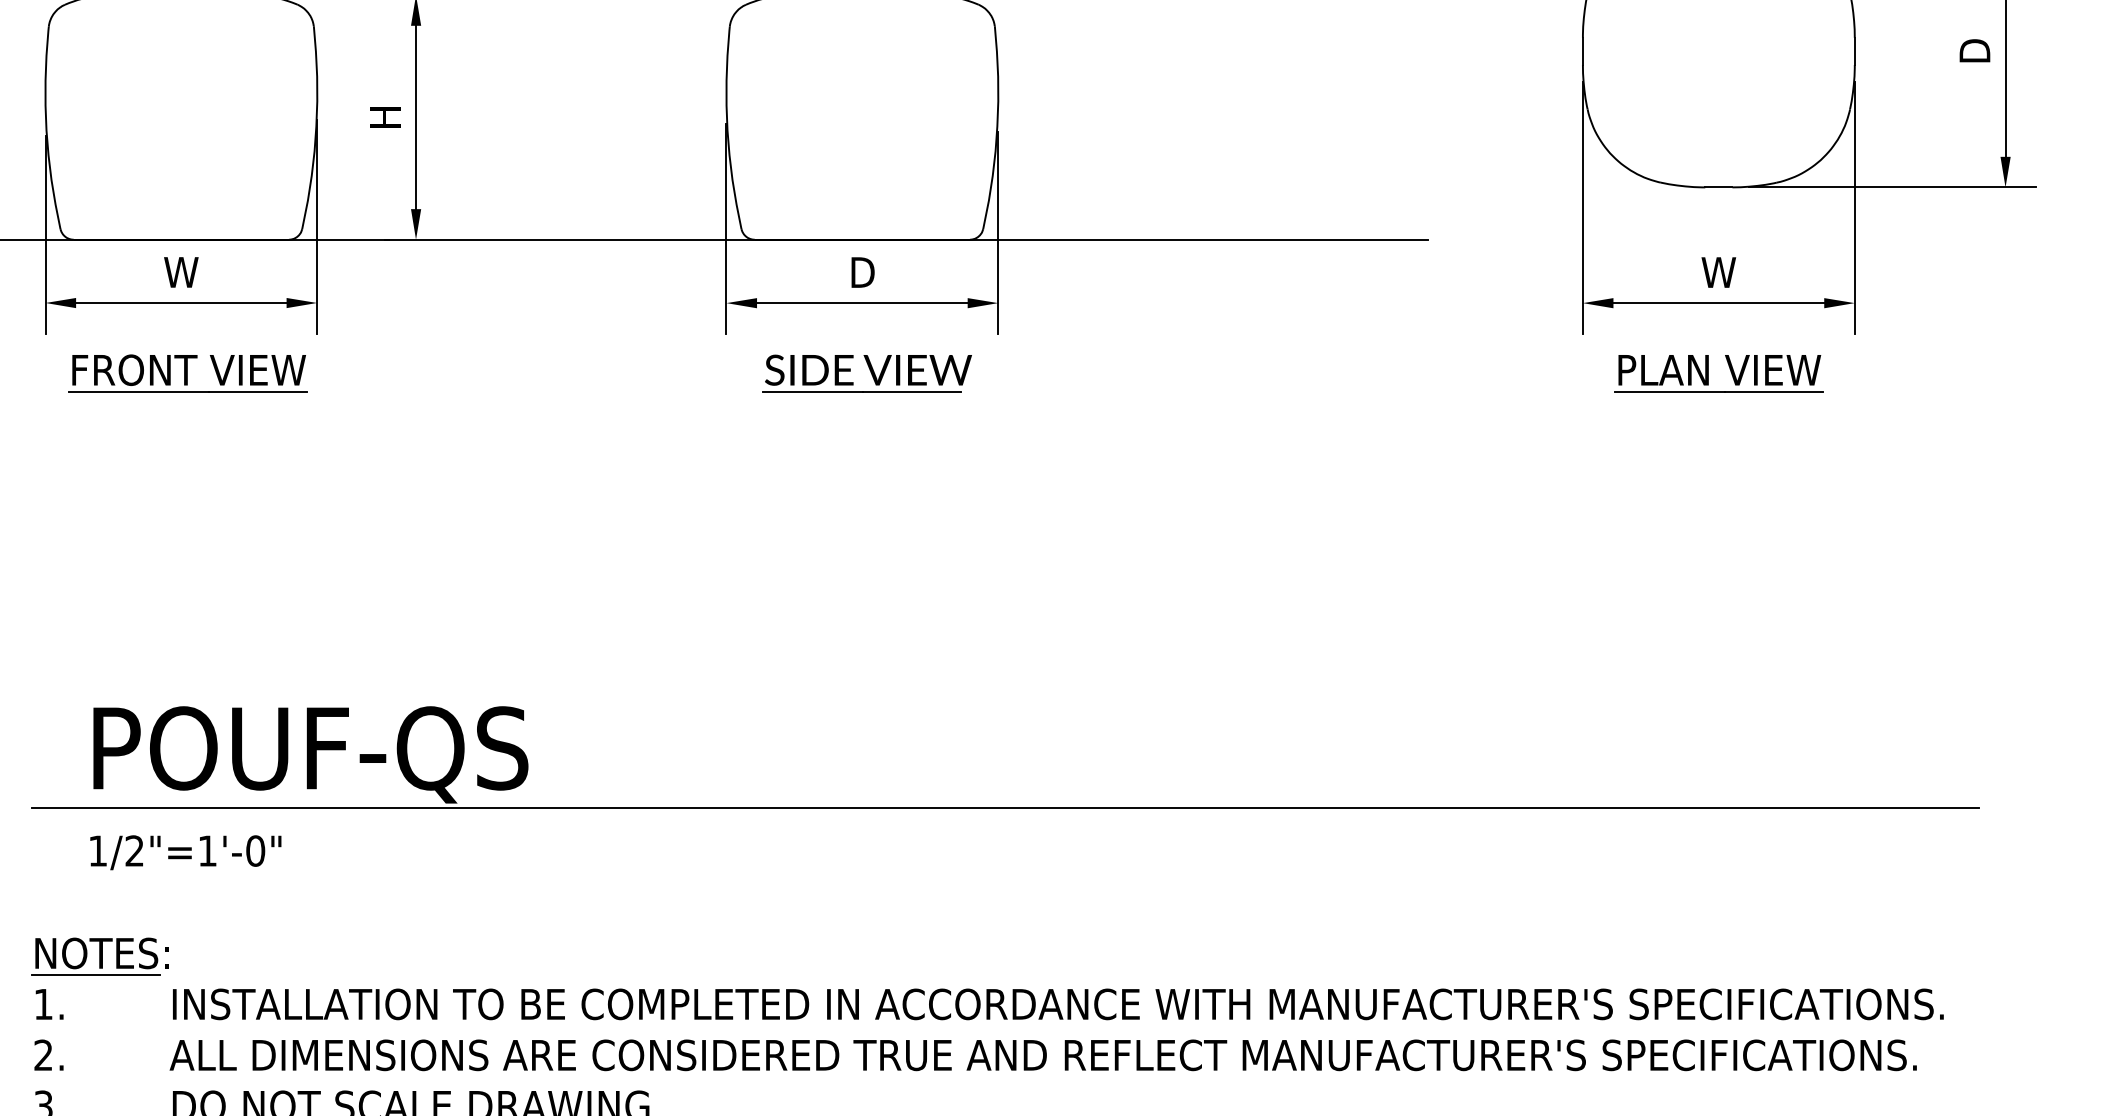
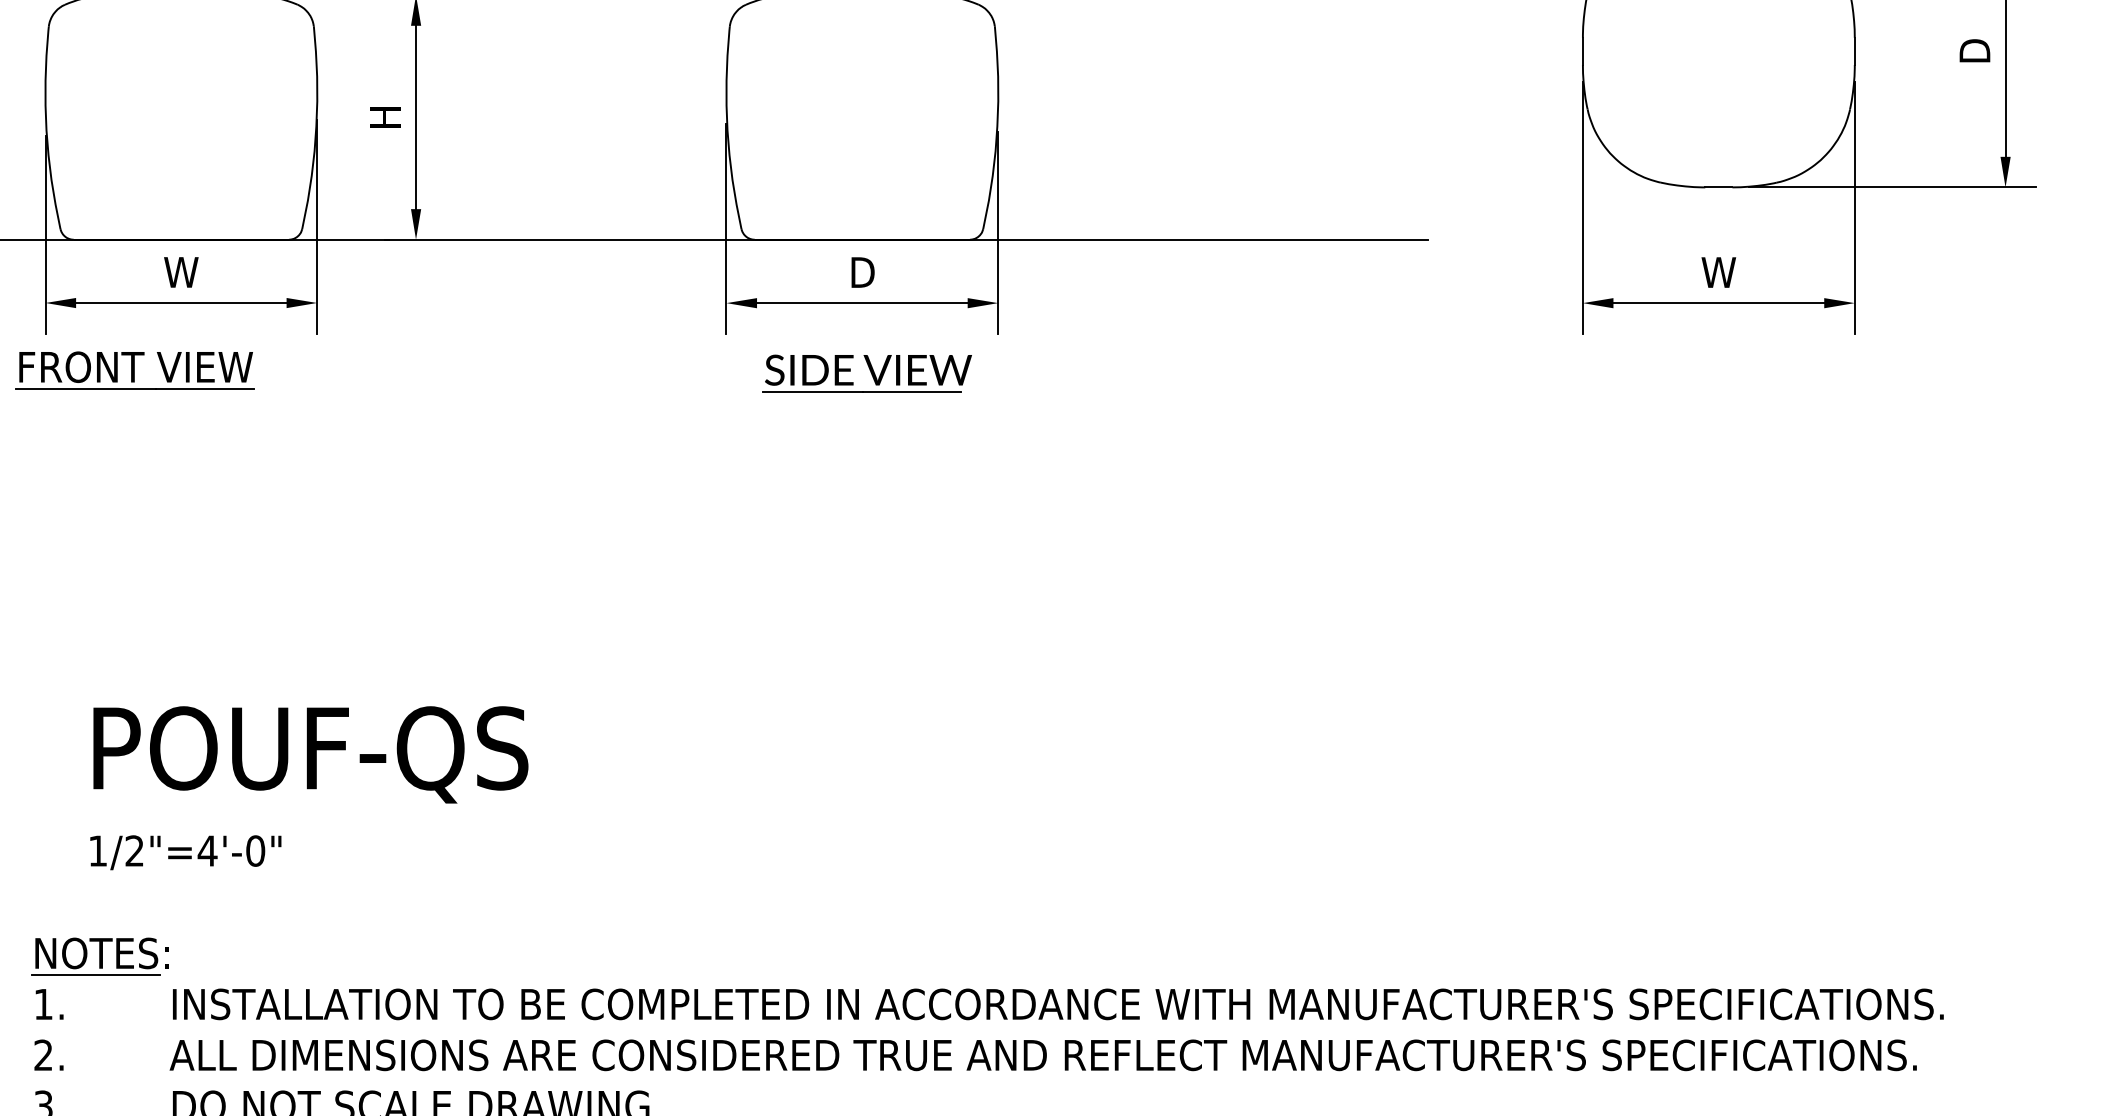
part at (187, 373) position: (187, 373) -> (134, 370)
part at (1708, 373): present -> none
line at (1004, 807): present -> none
text at (207, 850): 1/2"=1'-0" -> 1/2"=4'-0"
